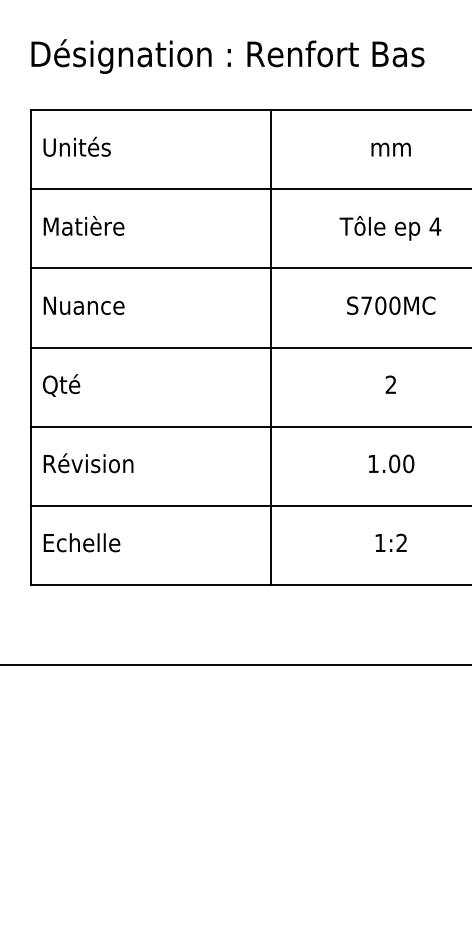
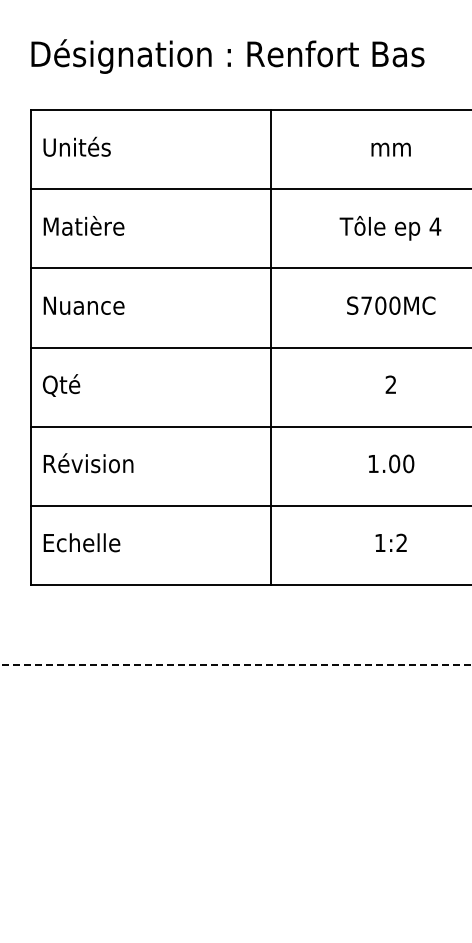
line at (236, 664): solid -> dashed
